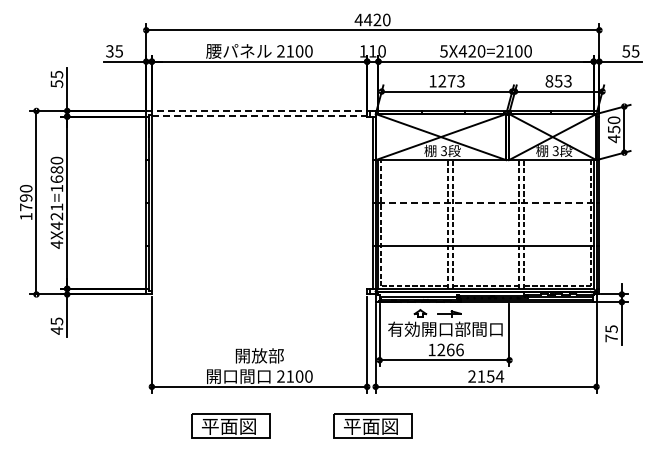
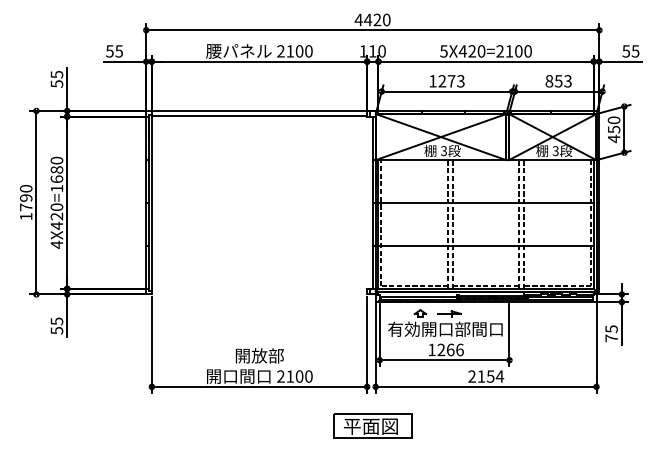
text at (109, 50): 35 -> 55
line at (259, 110): dashed -> solid
line at (259, 116): dashed -> solid
line at (486, 202): dashed -> solid
text at (56, 206): 4X421=1680 -> 4X420=1680
text at (56, 330): 45 -> 55
part at (230, 425): present -> none
